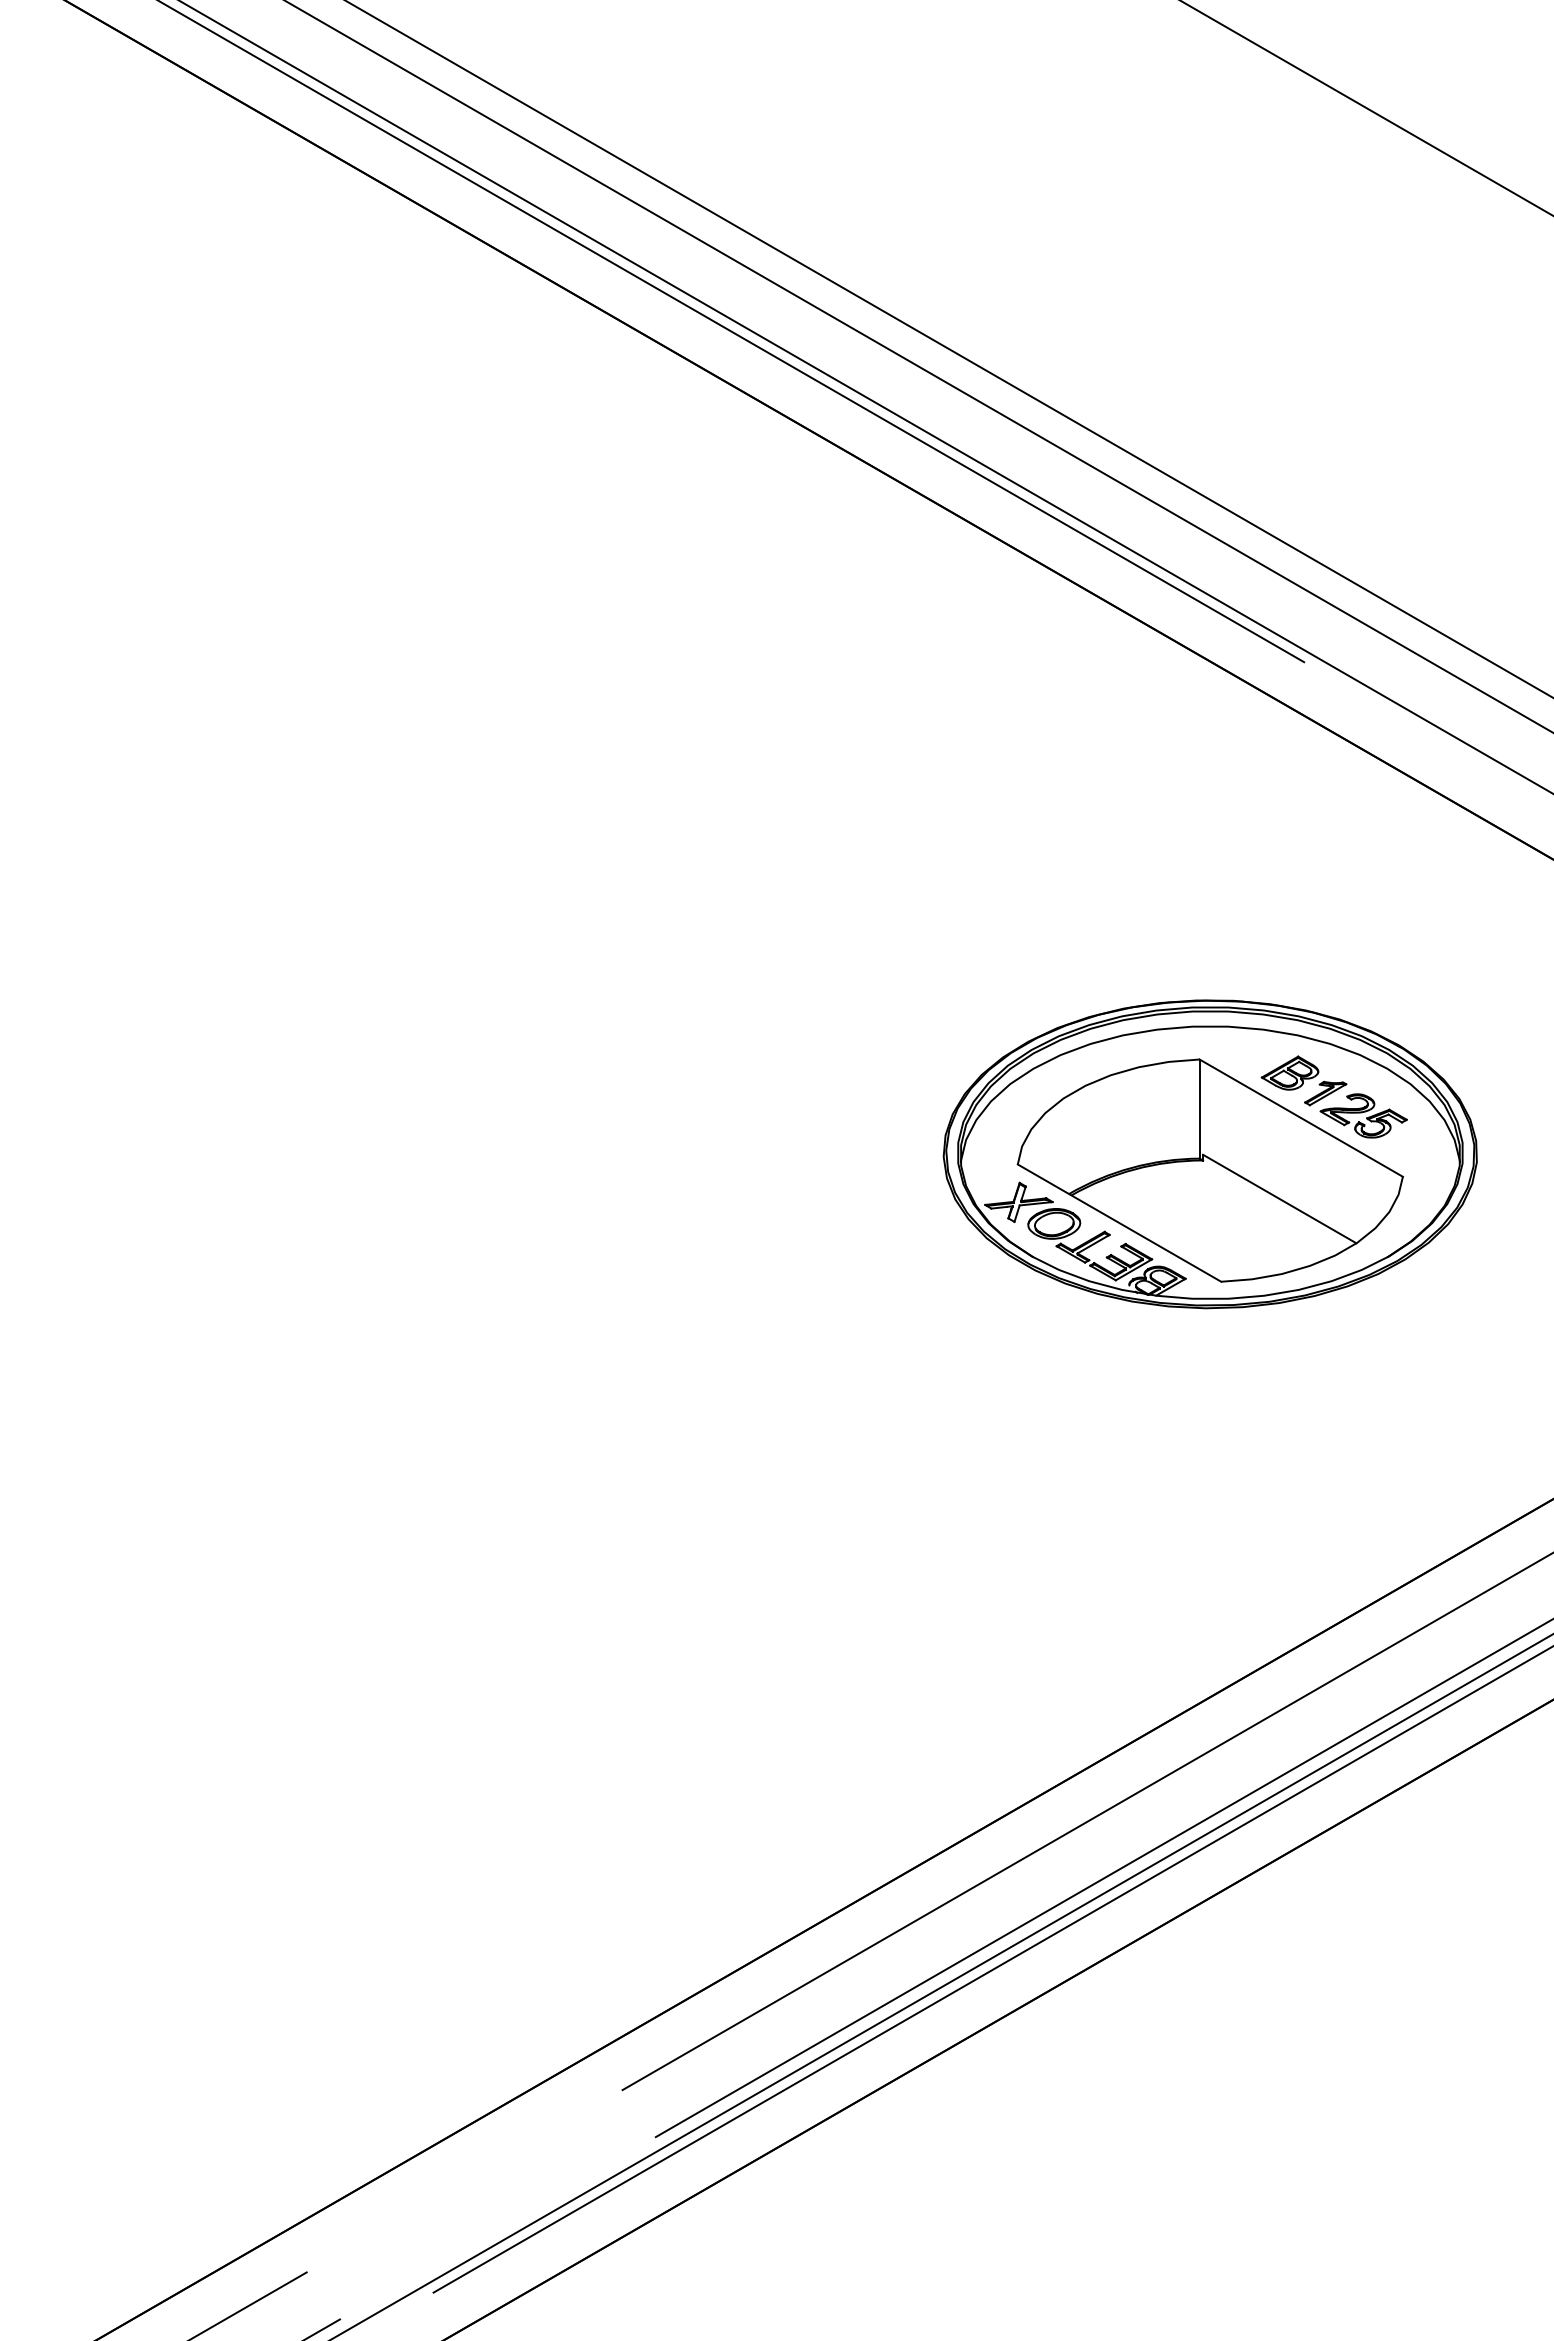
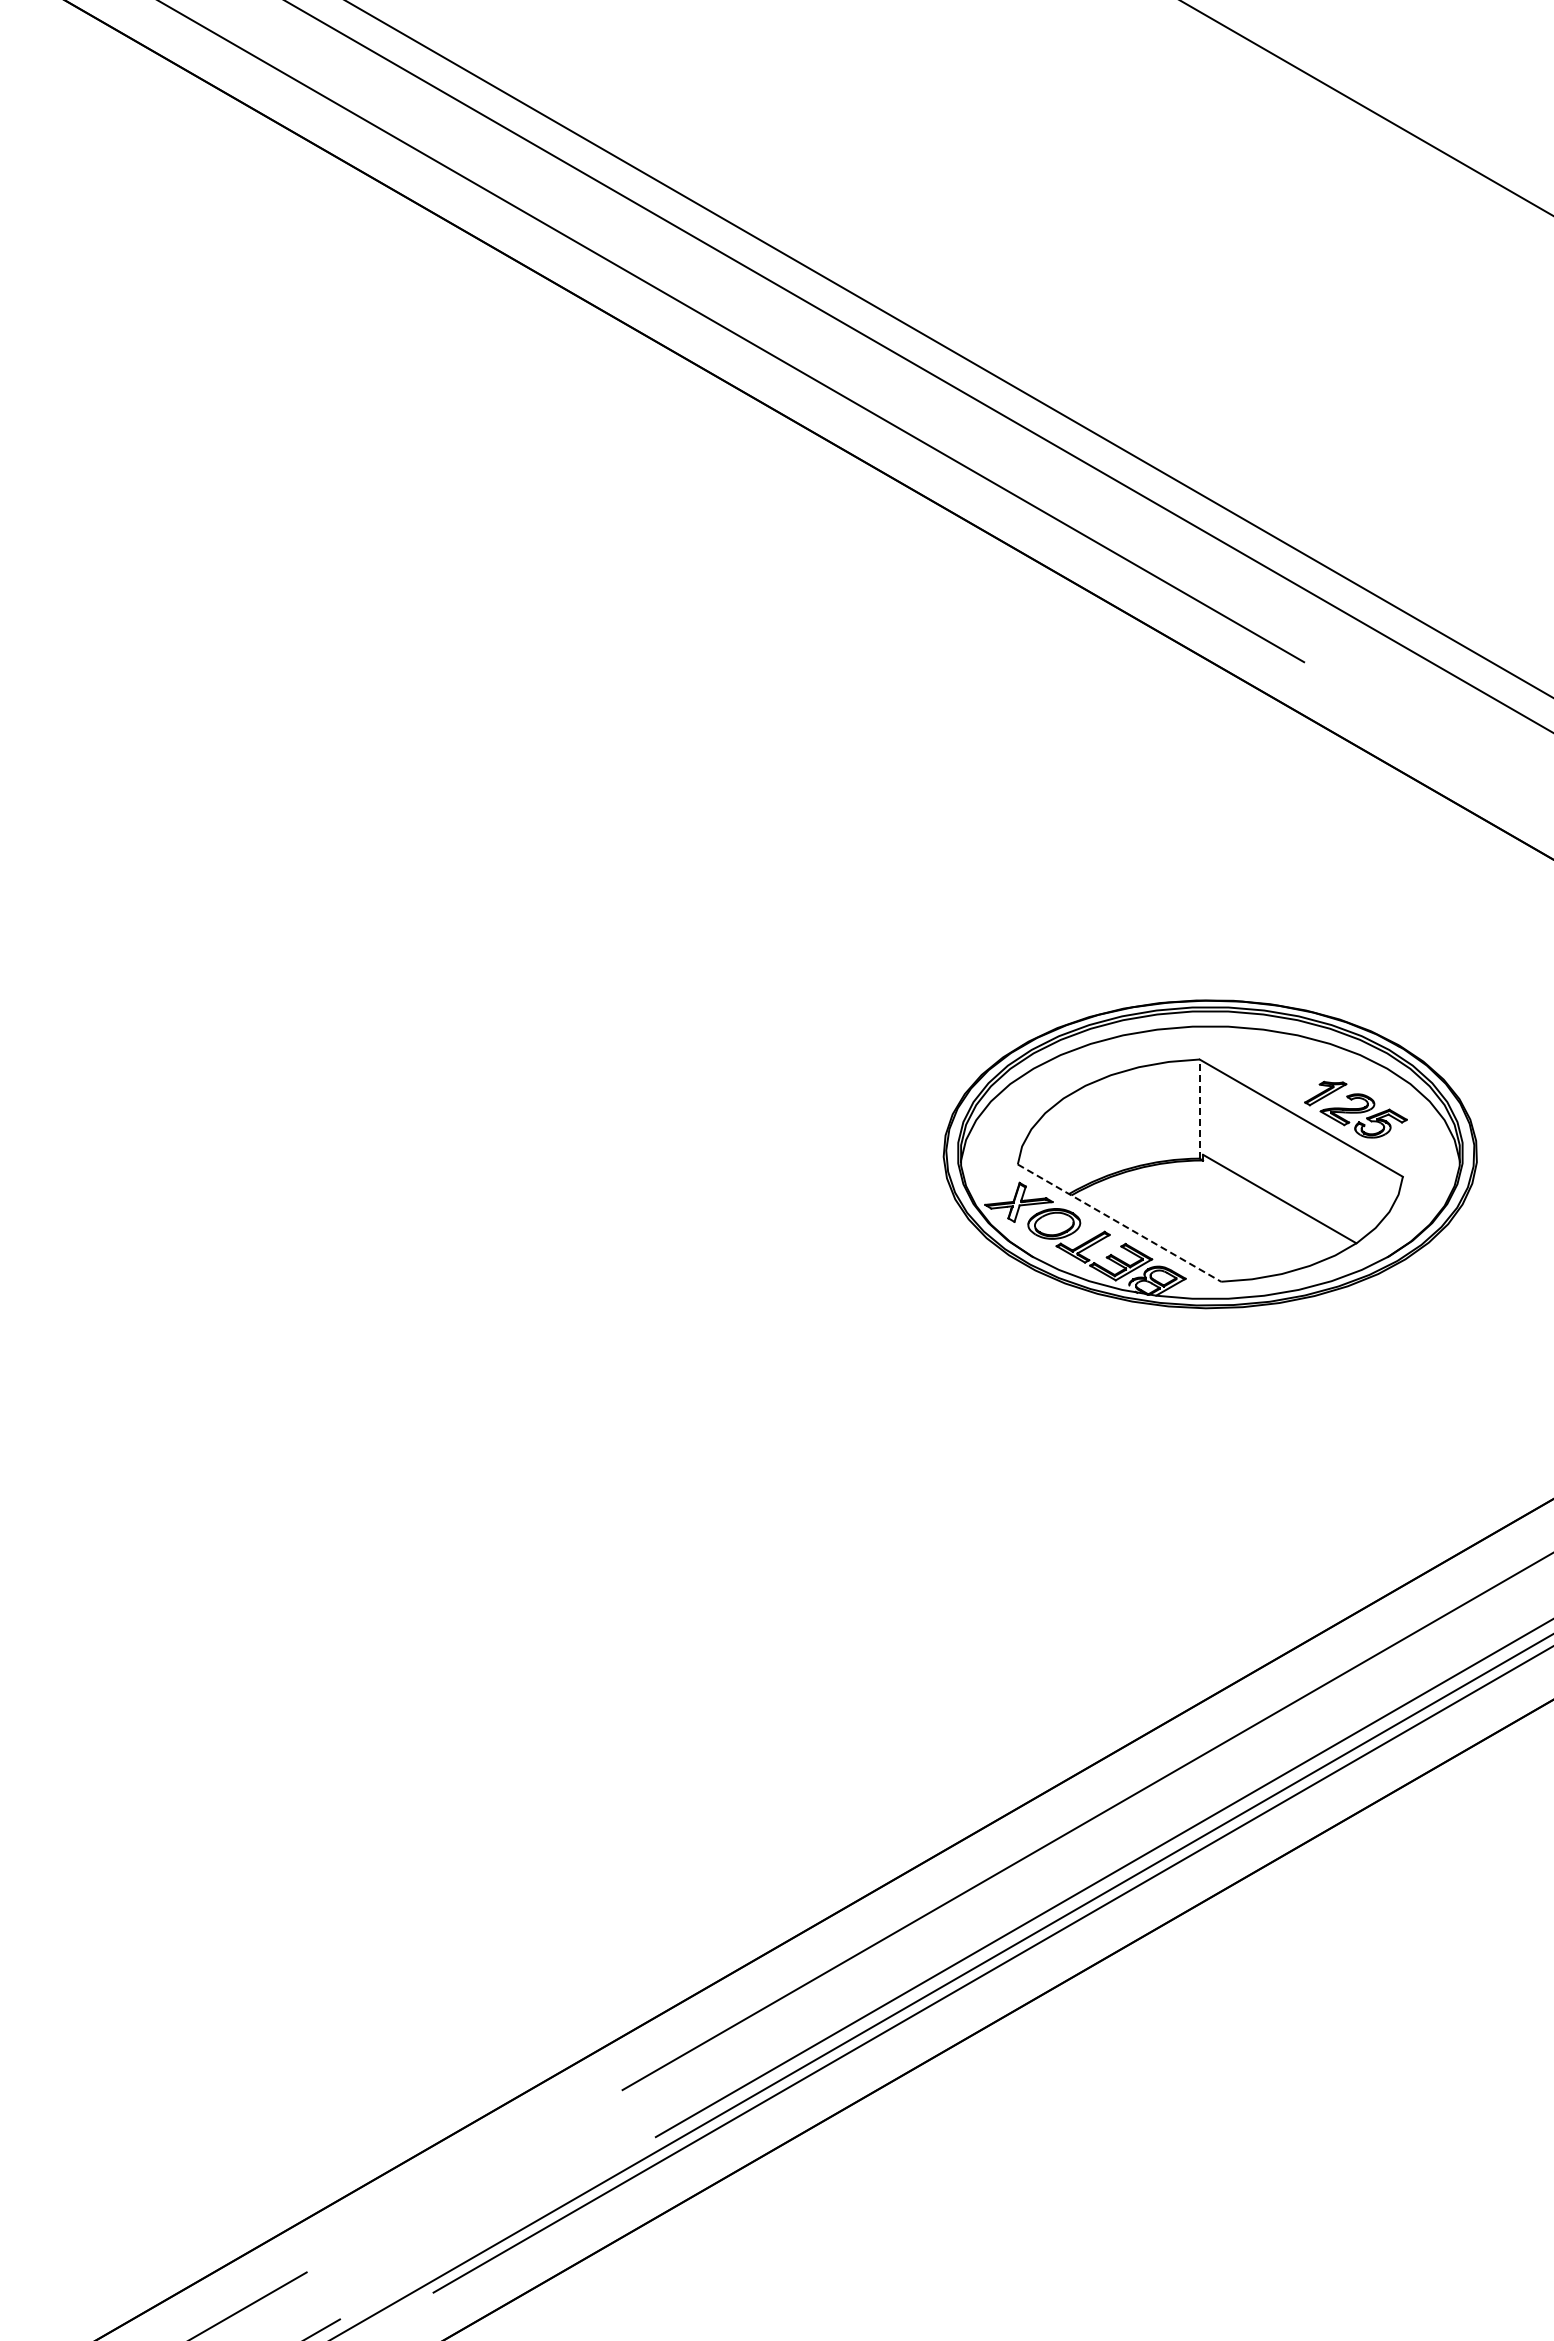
line at (865, 397): present -> none
part at (1289, 1072): present -> none
line at (1199, 1109): solid -> dashed
line at (1119, 1223): solid -> dashed
